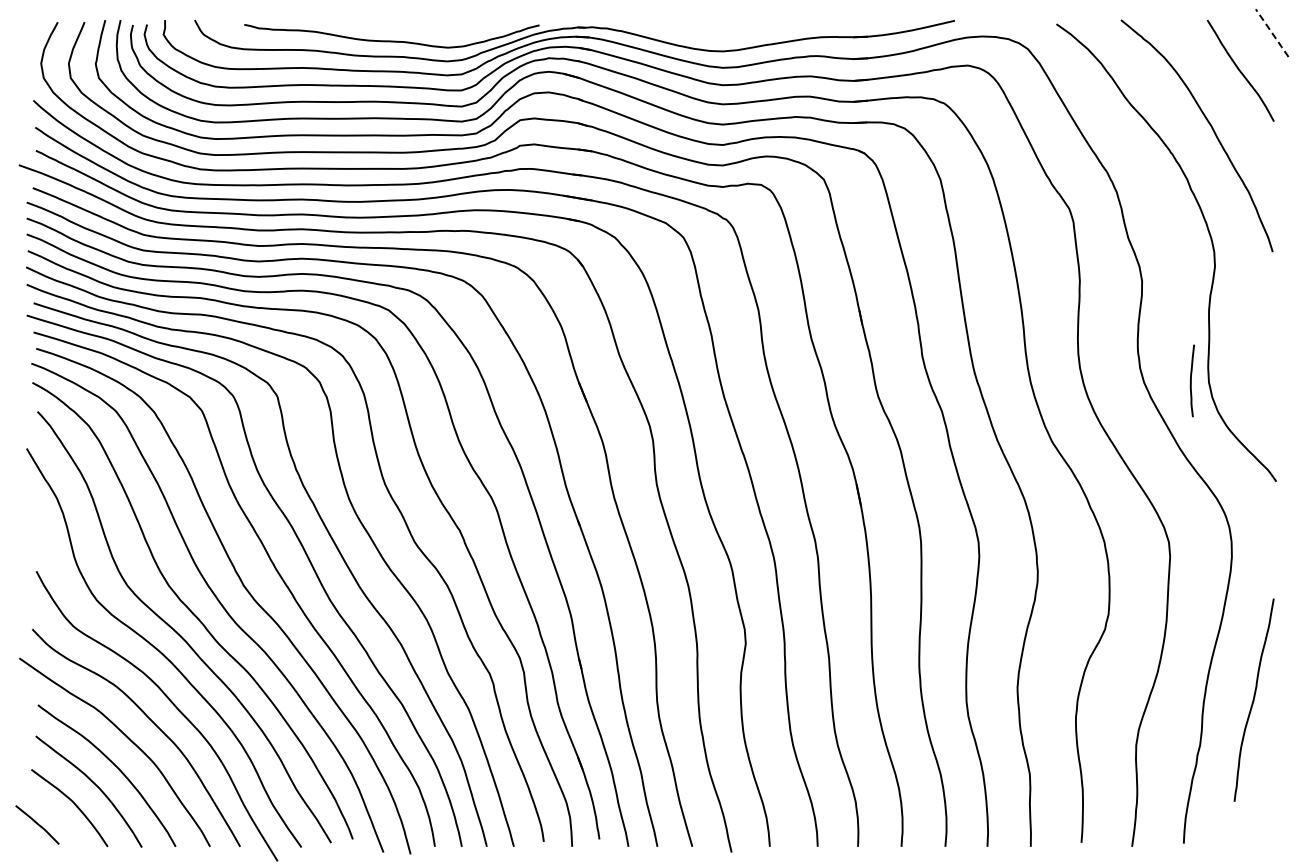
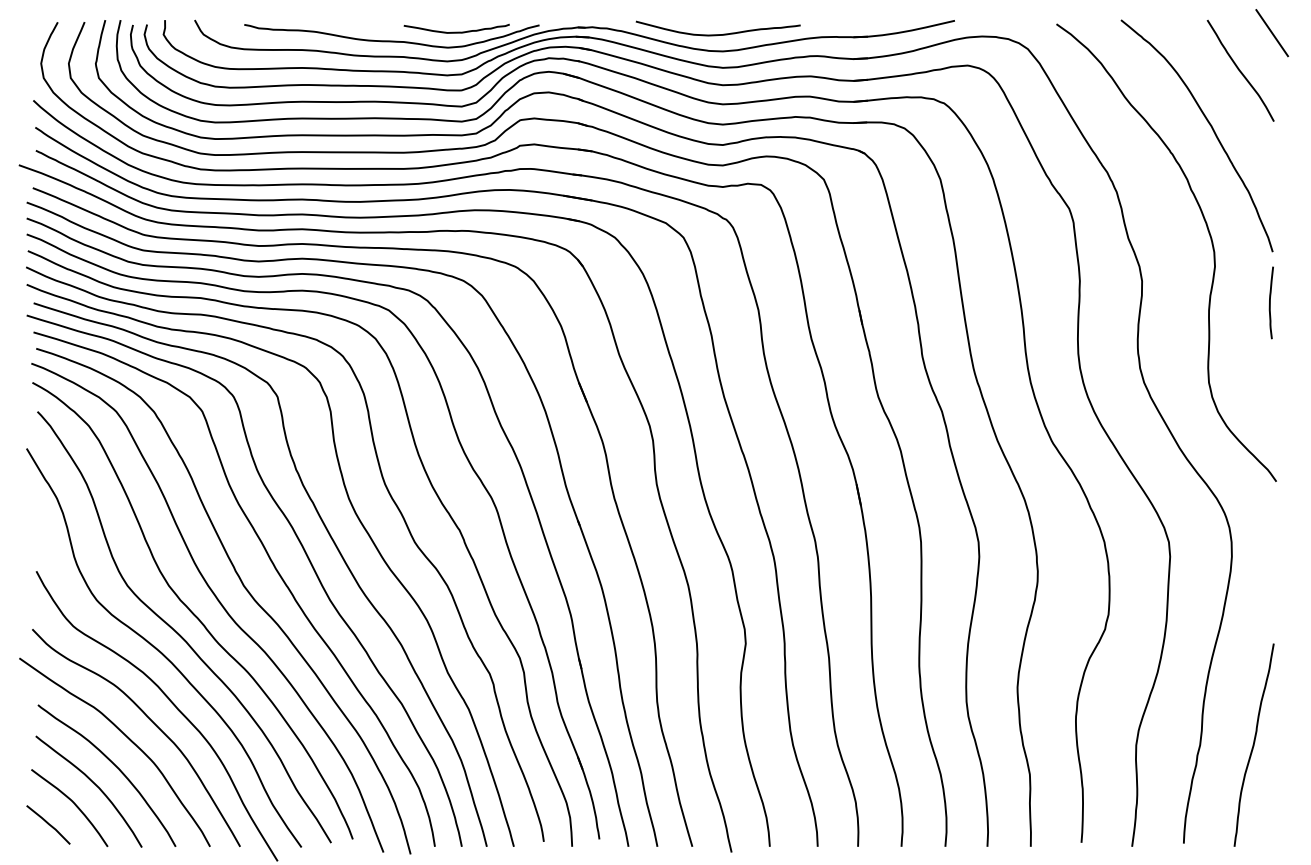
curve at (456, 31): none -> present
line at (1272, 33): dashed -> solid
curve at (717, 34): none -> present
curve at (1191, 380) position: (1191, 380) -> (1270, 302)
curve at (1253, 699) position: (1253, 699) -> (1253, 744)
line at (37, 824) position: (37, 824) -> (48, 824)
